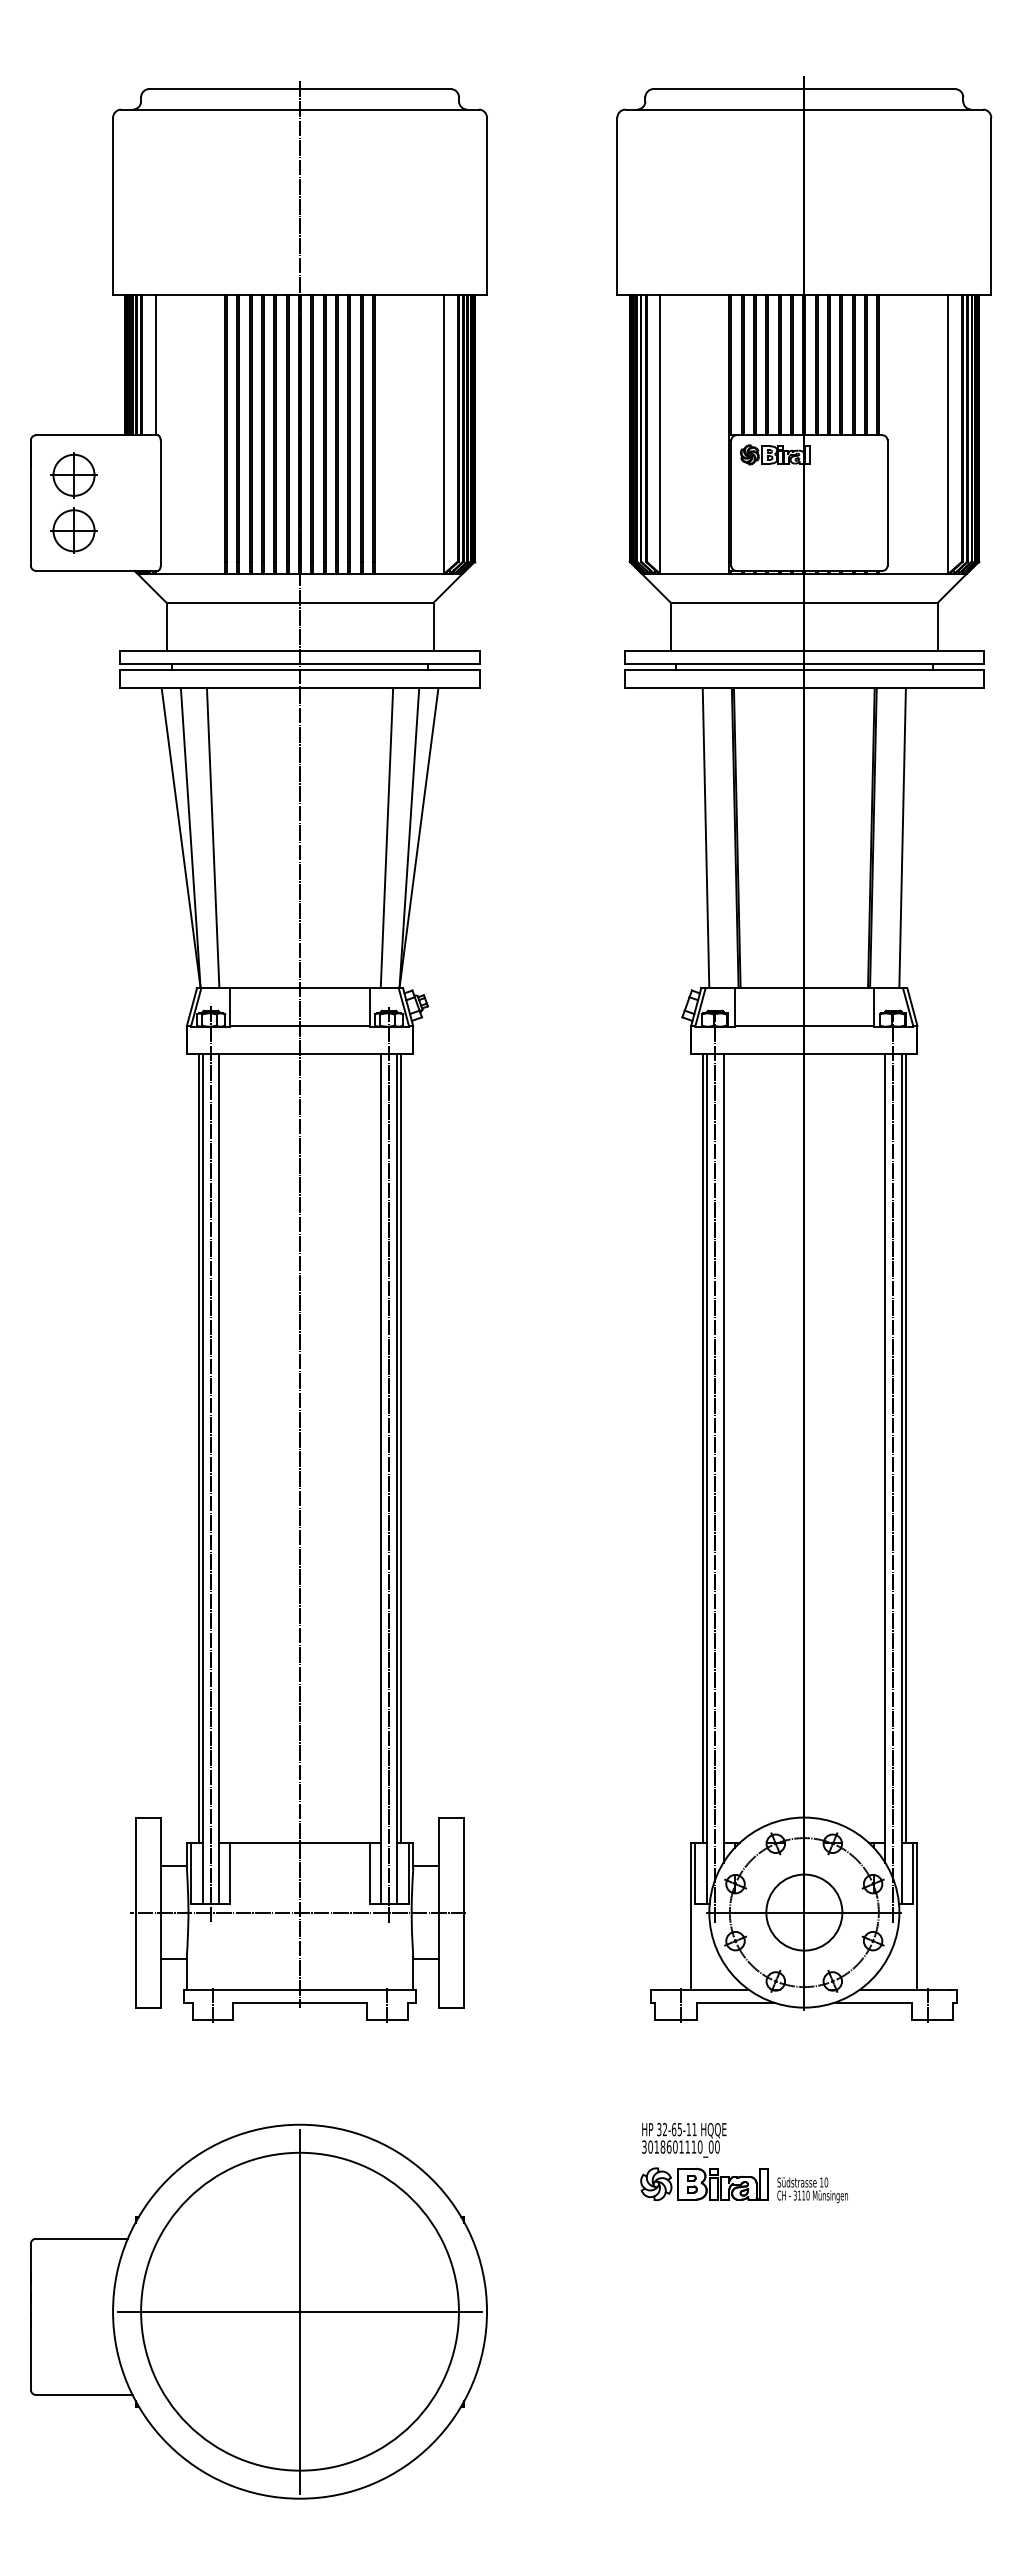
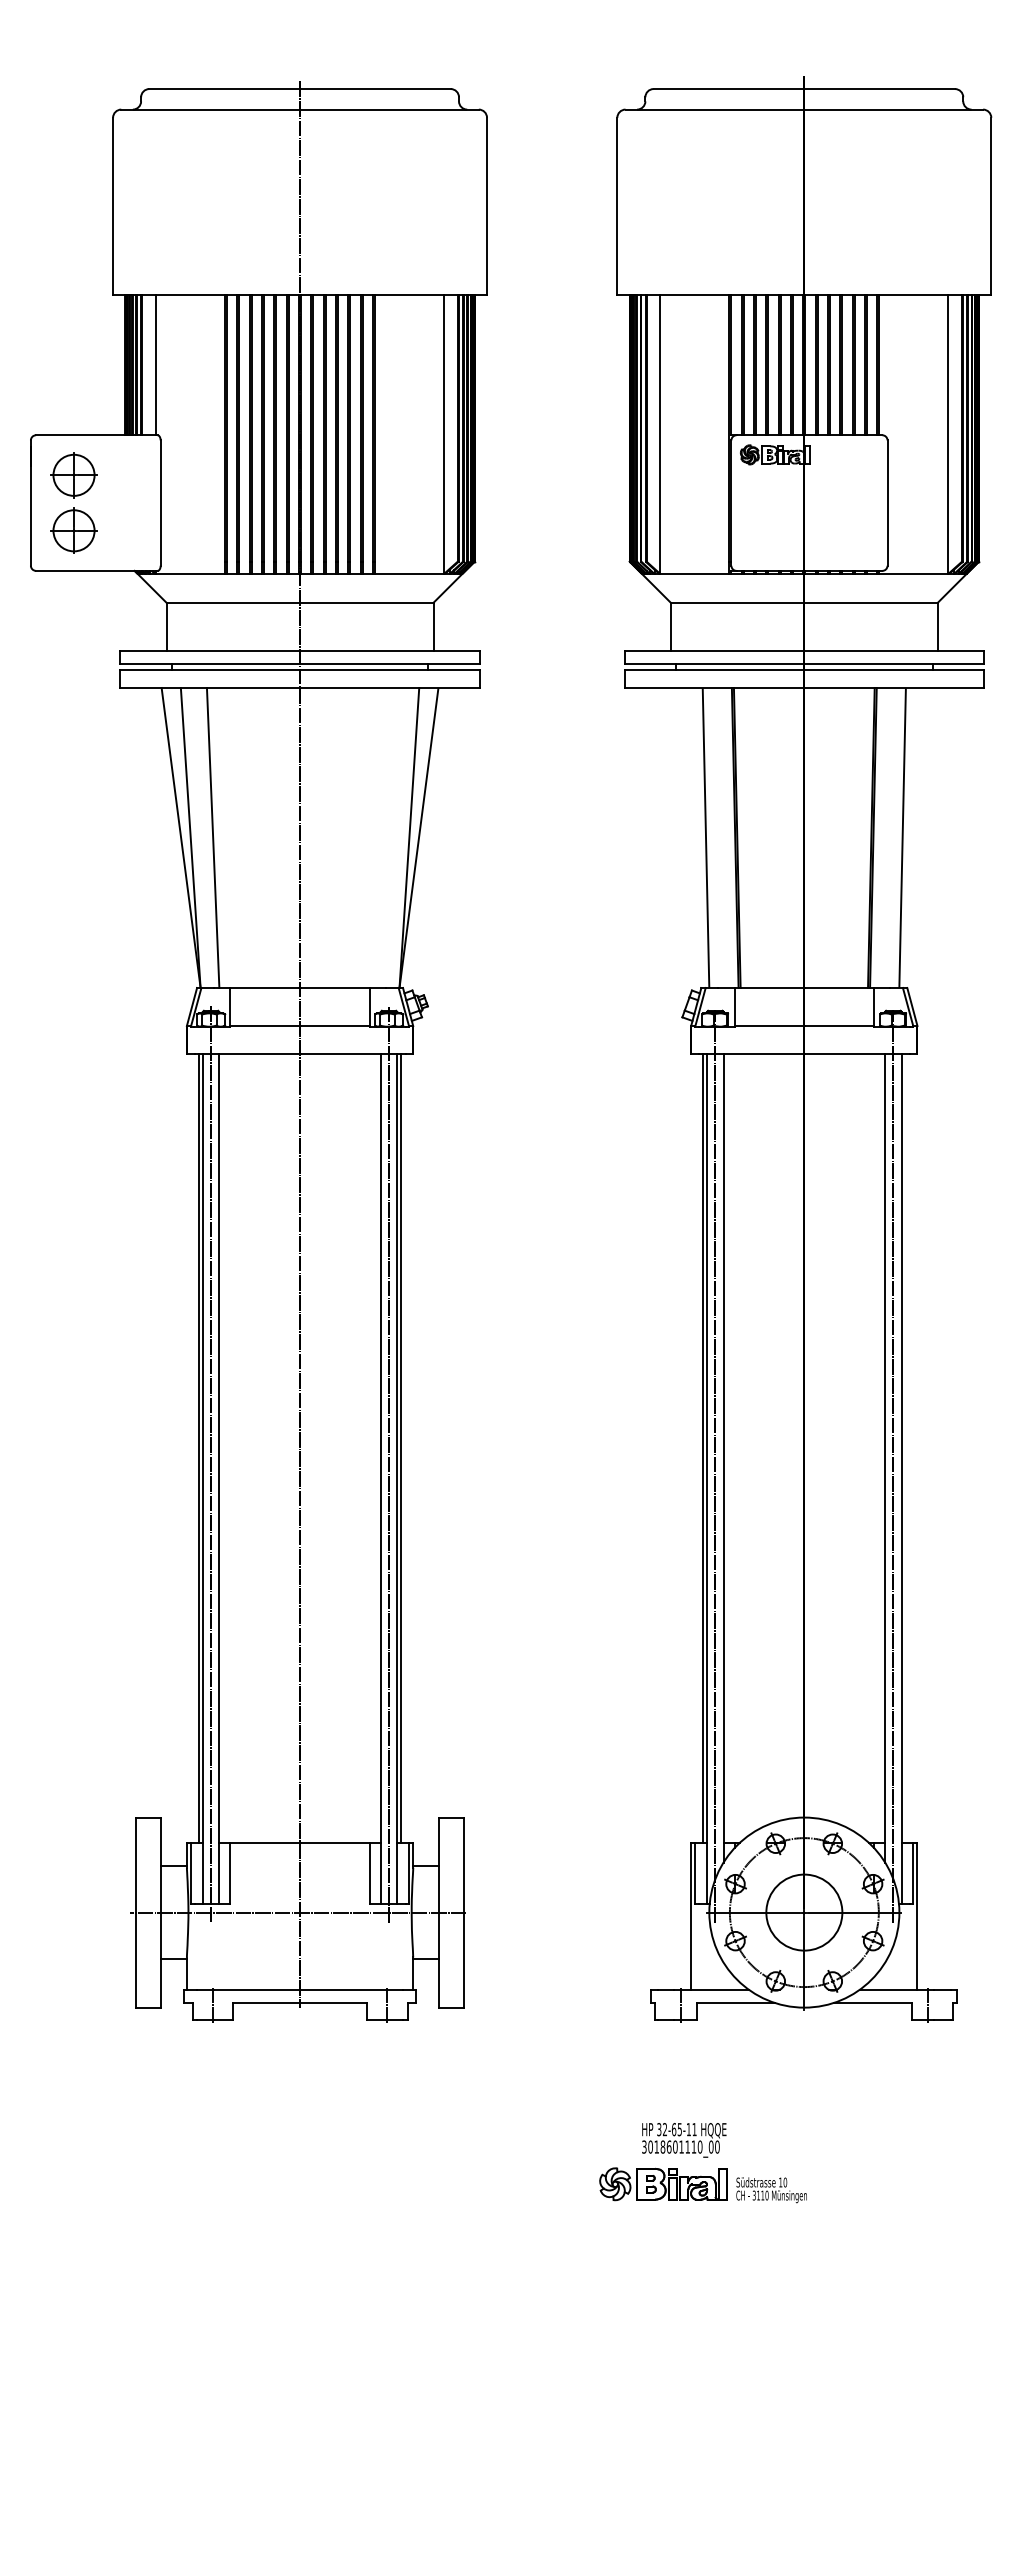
line at (386, 838): present -> none
line at (905, 1448): present -> none
part at (743, 2185) position: (743, 2185) -> (702, 2185)
part at (258, 2311): present -> none
